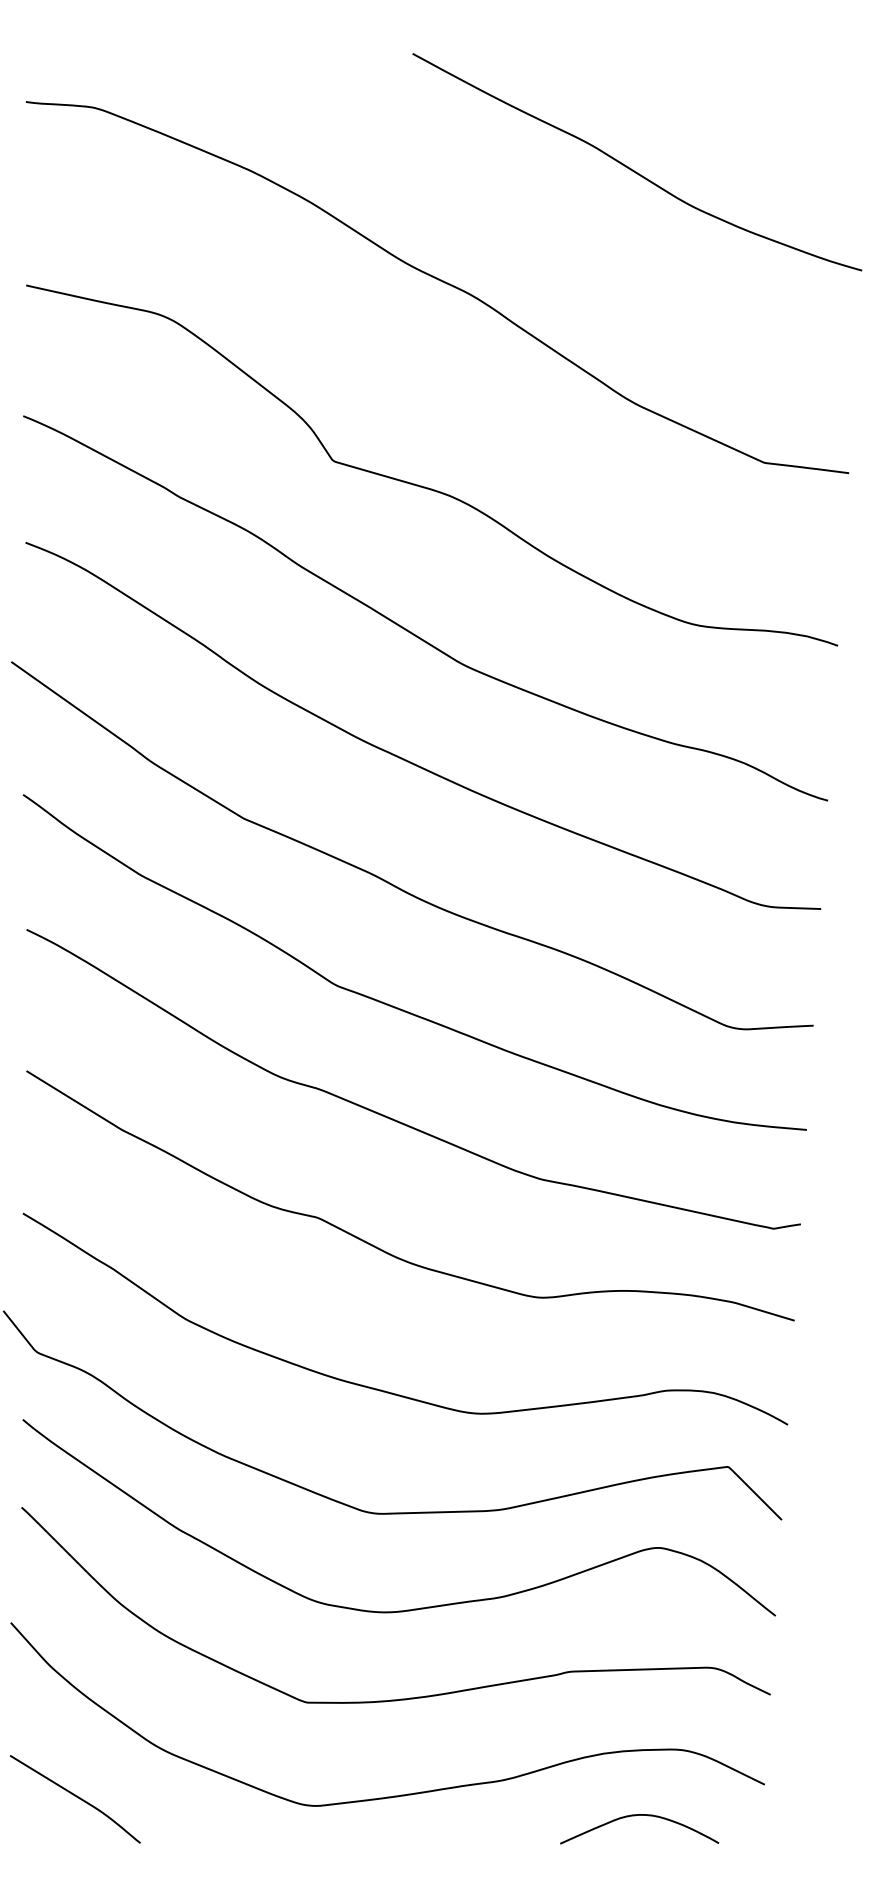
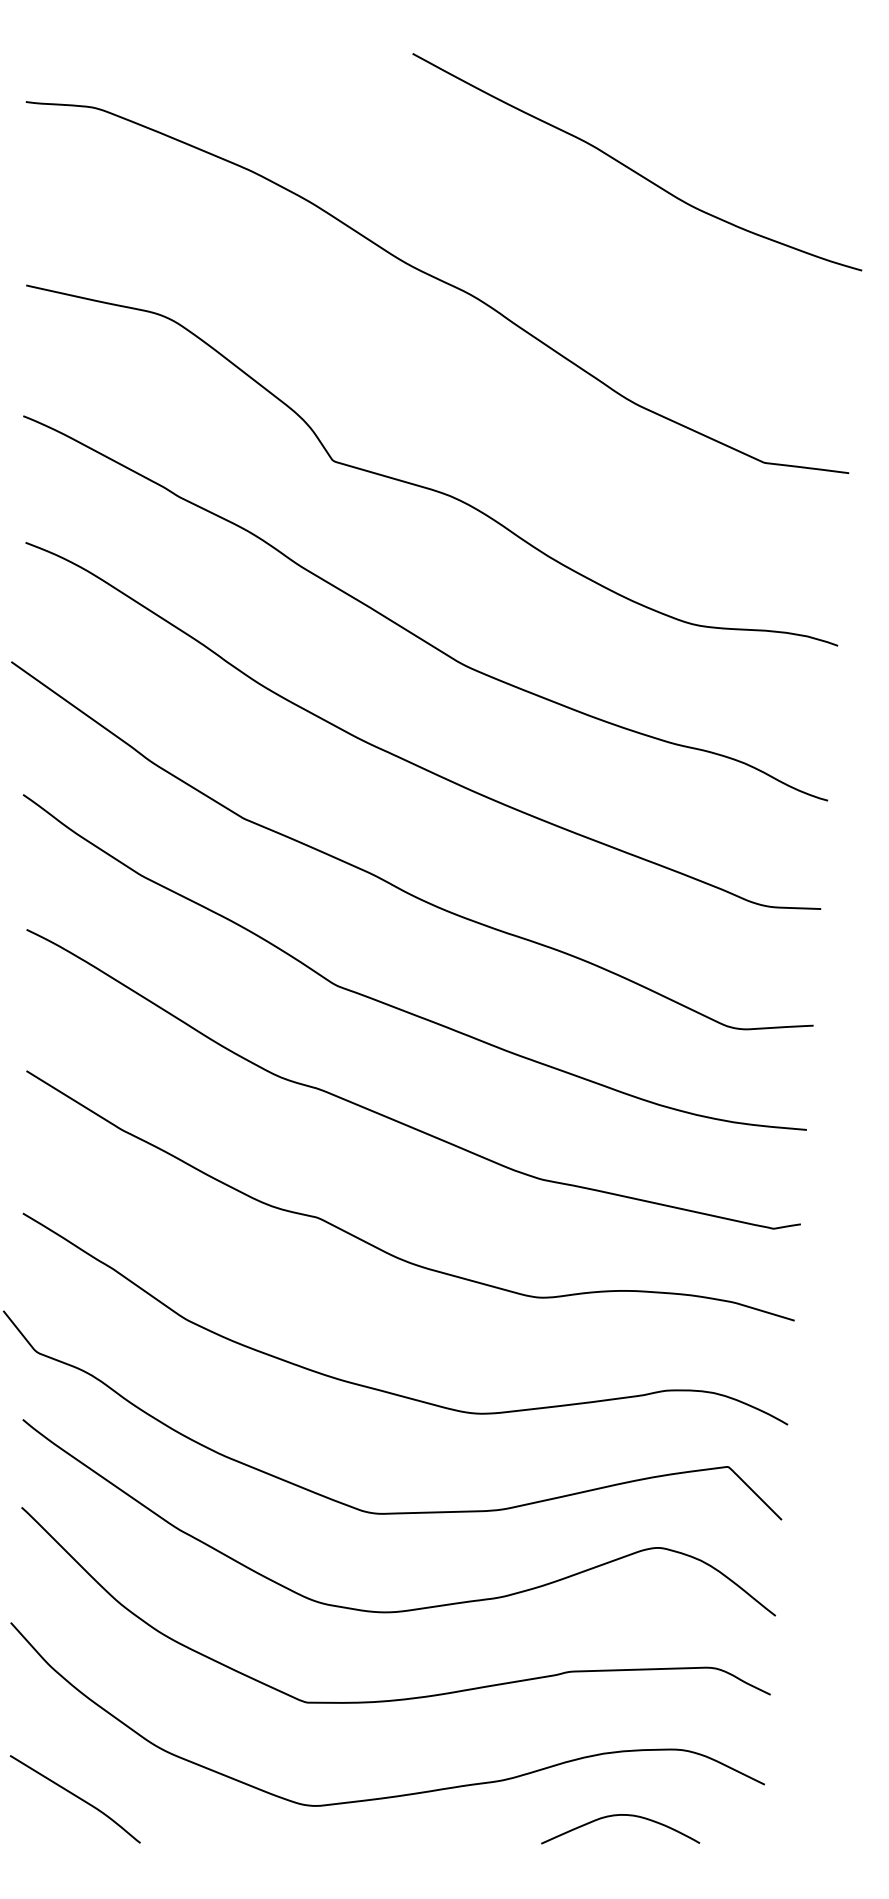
curve at (635, 1816) position: (635, 1816) -> (616, 1816)
